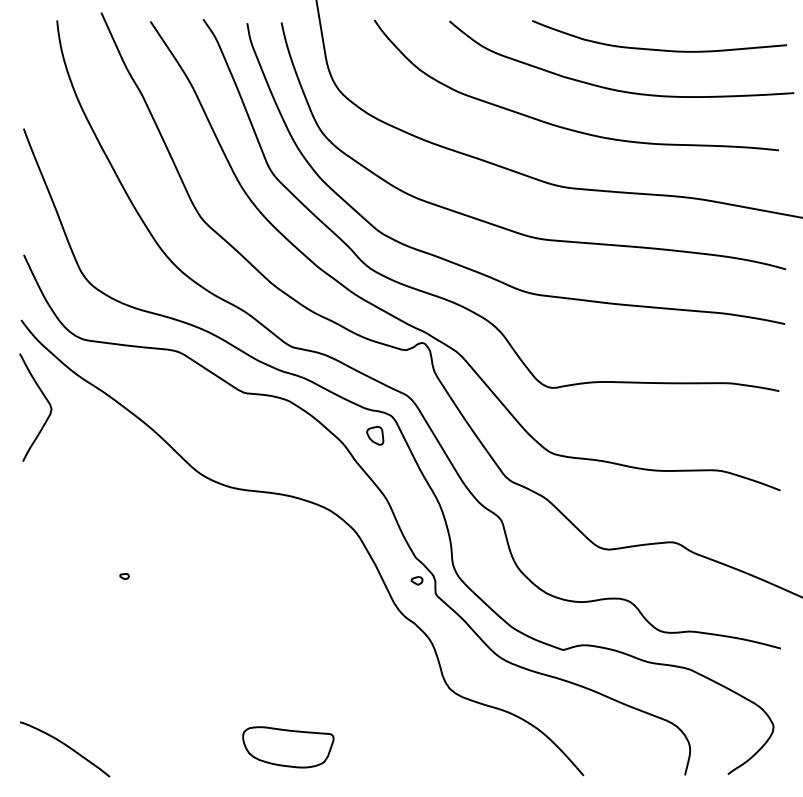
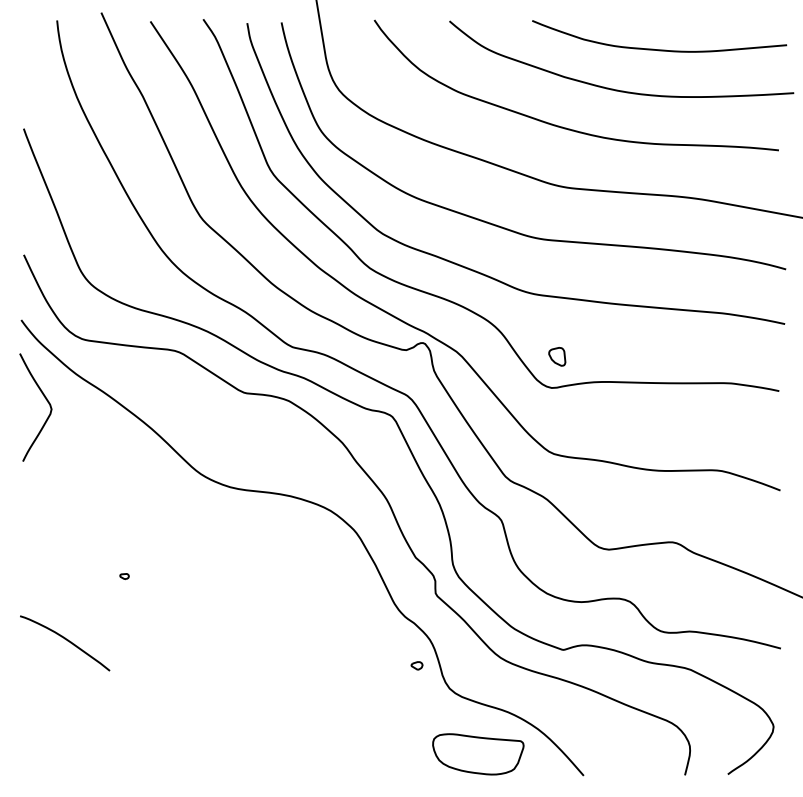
part at (375, 435) position: (375, 435) -> (557, 356)
part at (416, 580) position: (416, 580) -> (416, 665)
curve at (67, 747) position: (67, 747) -> (67, 641)
part at (288, 747) position: (288, 747) -> (478, 754)
